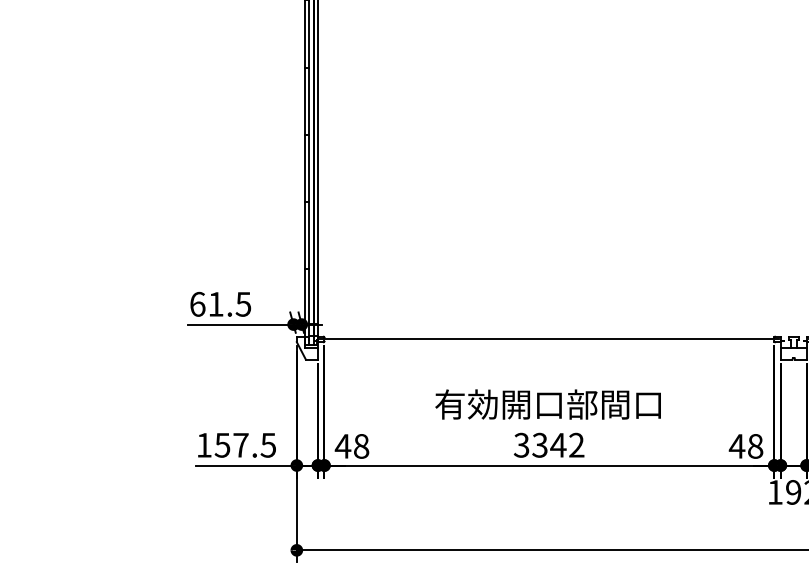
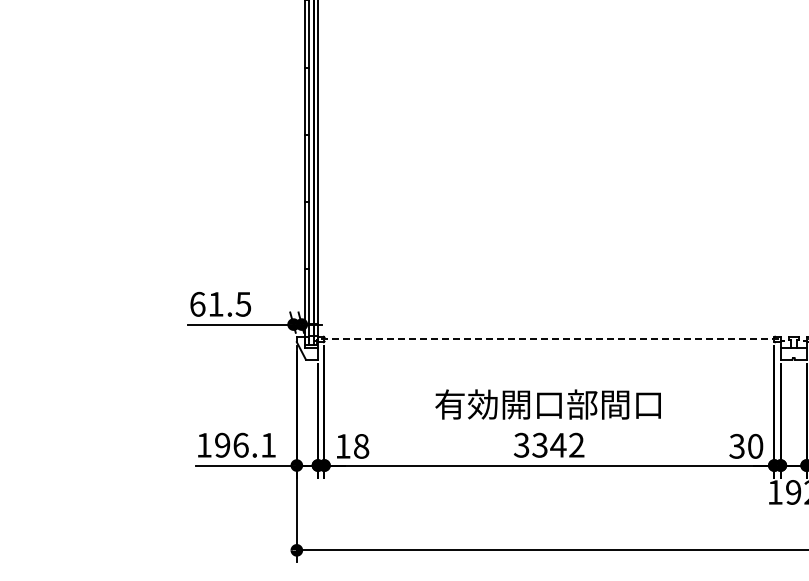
line at (548, 339): solid -> dashed
text at (244, 444): 157.5 -> 196.1
text at (745, 445): 48 -> 30
text at (342, 446): 48 -> 18
